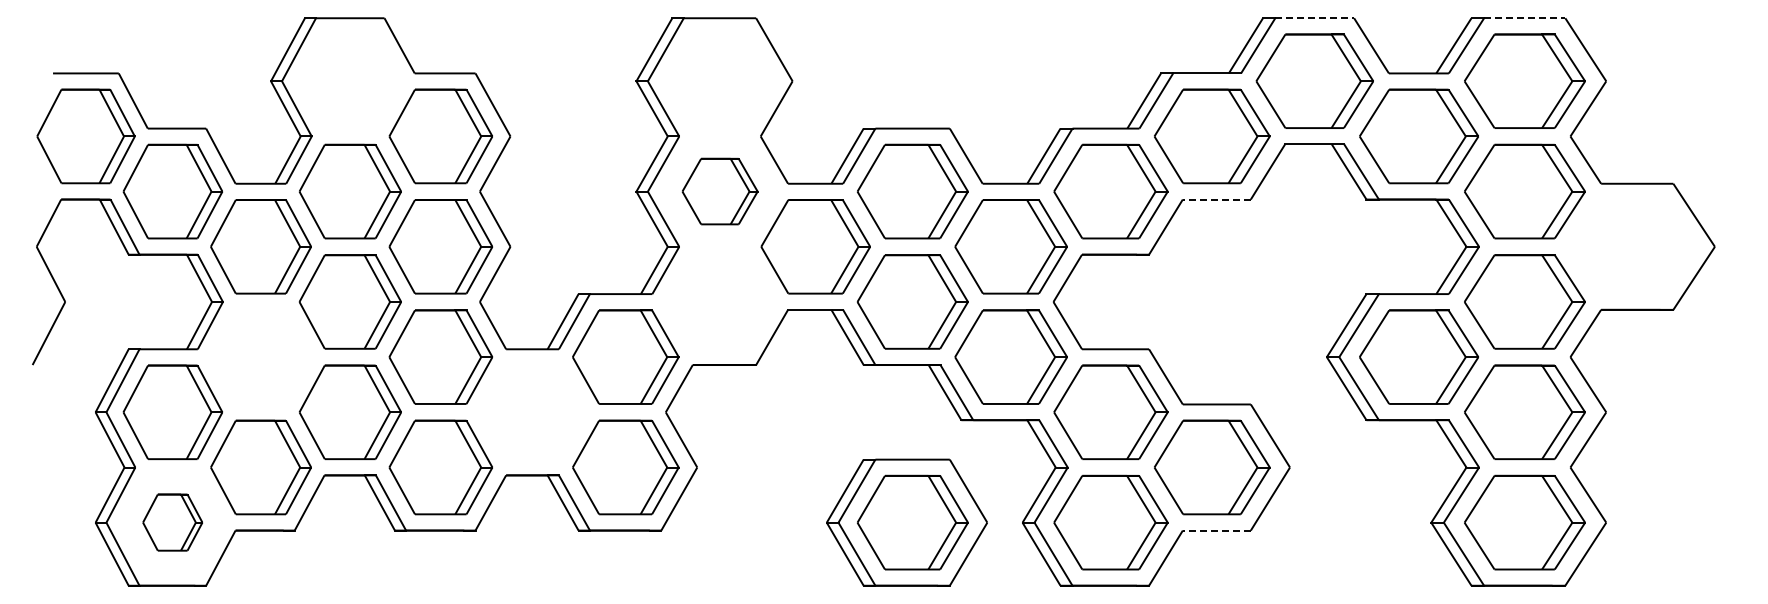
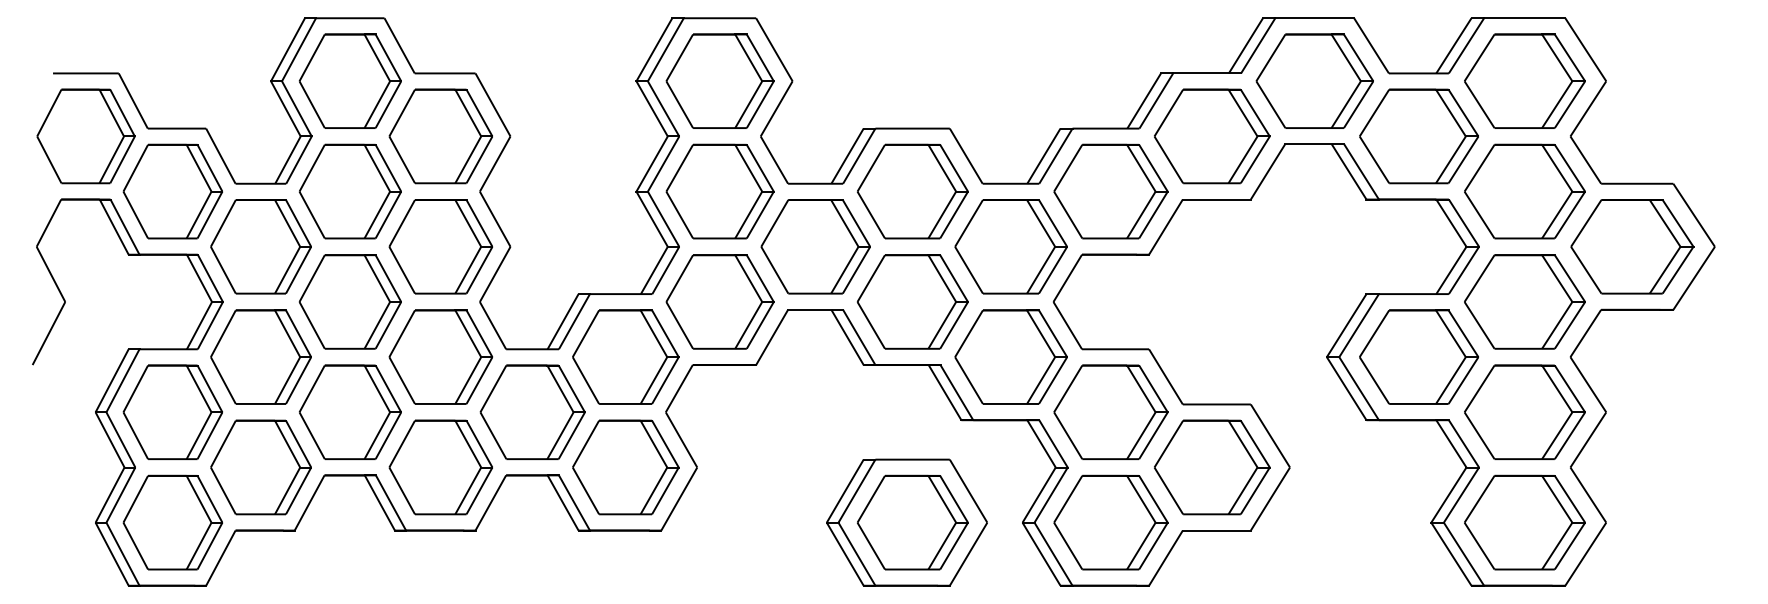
line at (1315, 18): dashed -> solid
line at (1524, 18): dashed -> solid
part at (349, 80): none -> present
part at (719, 80): none -> present
part at (719, 191) size: 78x69 px -> 110x97 px
line at (1216, 199): dashed -> solid
part at (1632, 246): none -> present
part at (719, 301): none -> present
part at (260, 356): none -> present
part at (532, 411): none -> present
part at (172, 522) size: 61x59 px -> 101x97 px
line at (1216, 530): dashed -> solid
